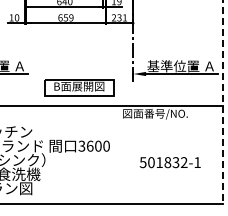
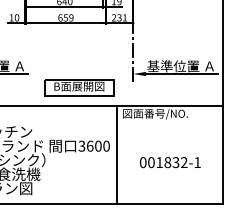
line at (223, 101): dashed -> solid
line at (117, 154): none -> present
text at (142, 162): 501832-1 -> 001832-1
